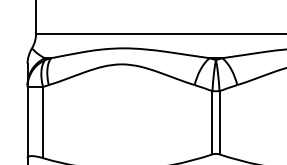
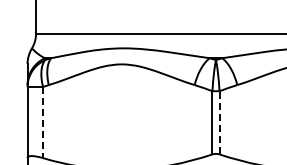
line at (43, 122): solid -> dashed
line at (219, 122): solid -> dashed
